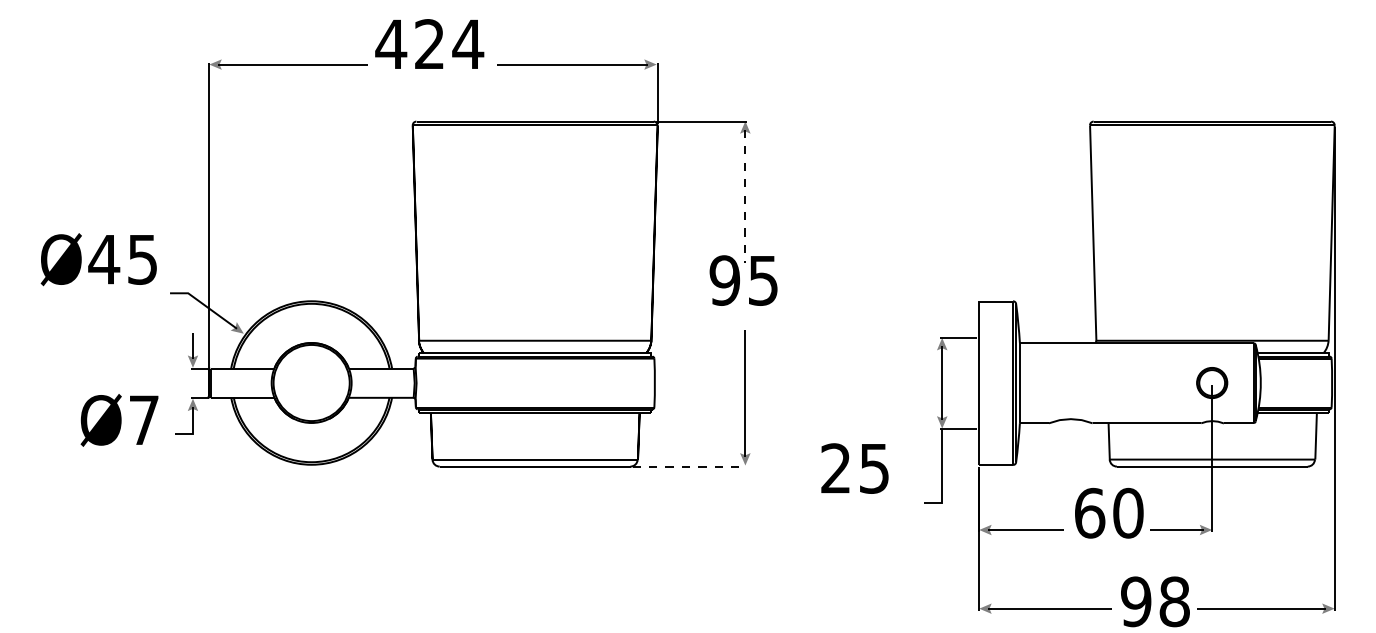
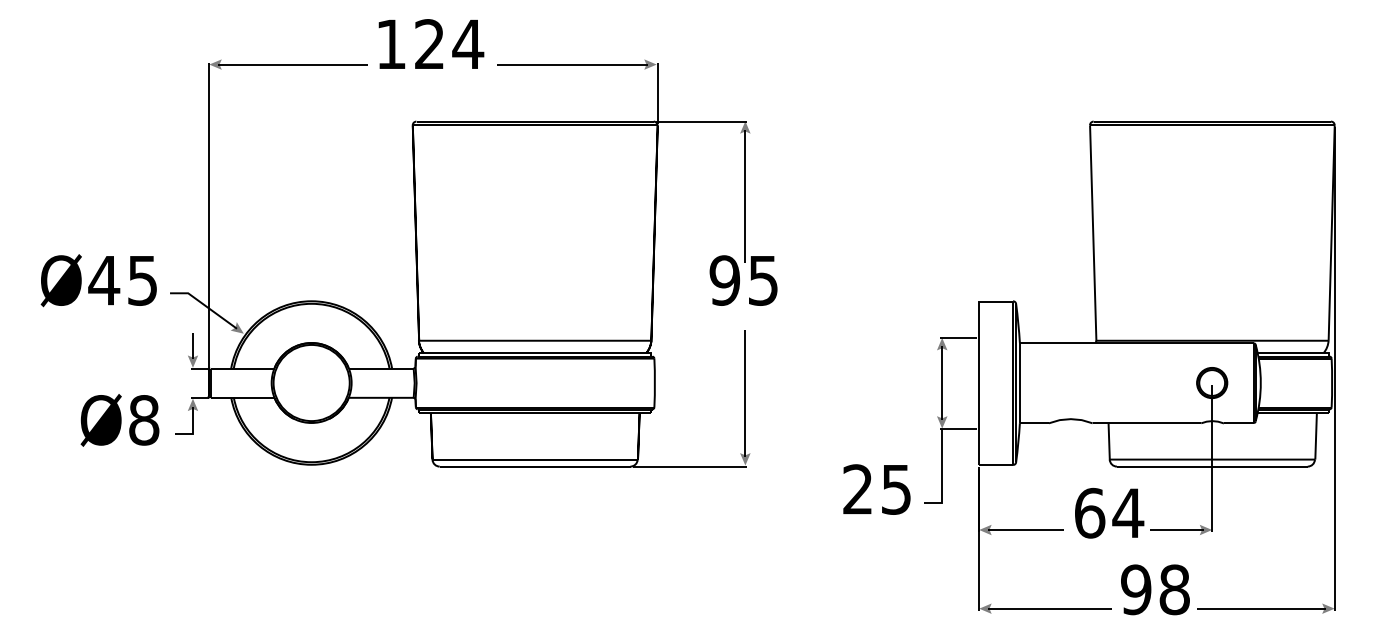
text at (391, 43): 424 -> 124
line at (745, 196): dashed -> solid
text at (98, 259) position: (98, 259) -> (98, 280)
text at (144, 420): Ø7 -> Ø8
line at (690, 466): dashed -> solid
text at (854, 468) position: (854, 468) -> (876, 489)
text at (1128, 512): 60 -> 64
text at (1155, 601) position: (1155, 601) -> (1155, 589)
